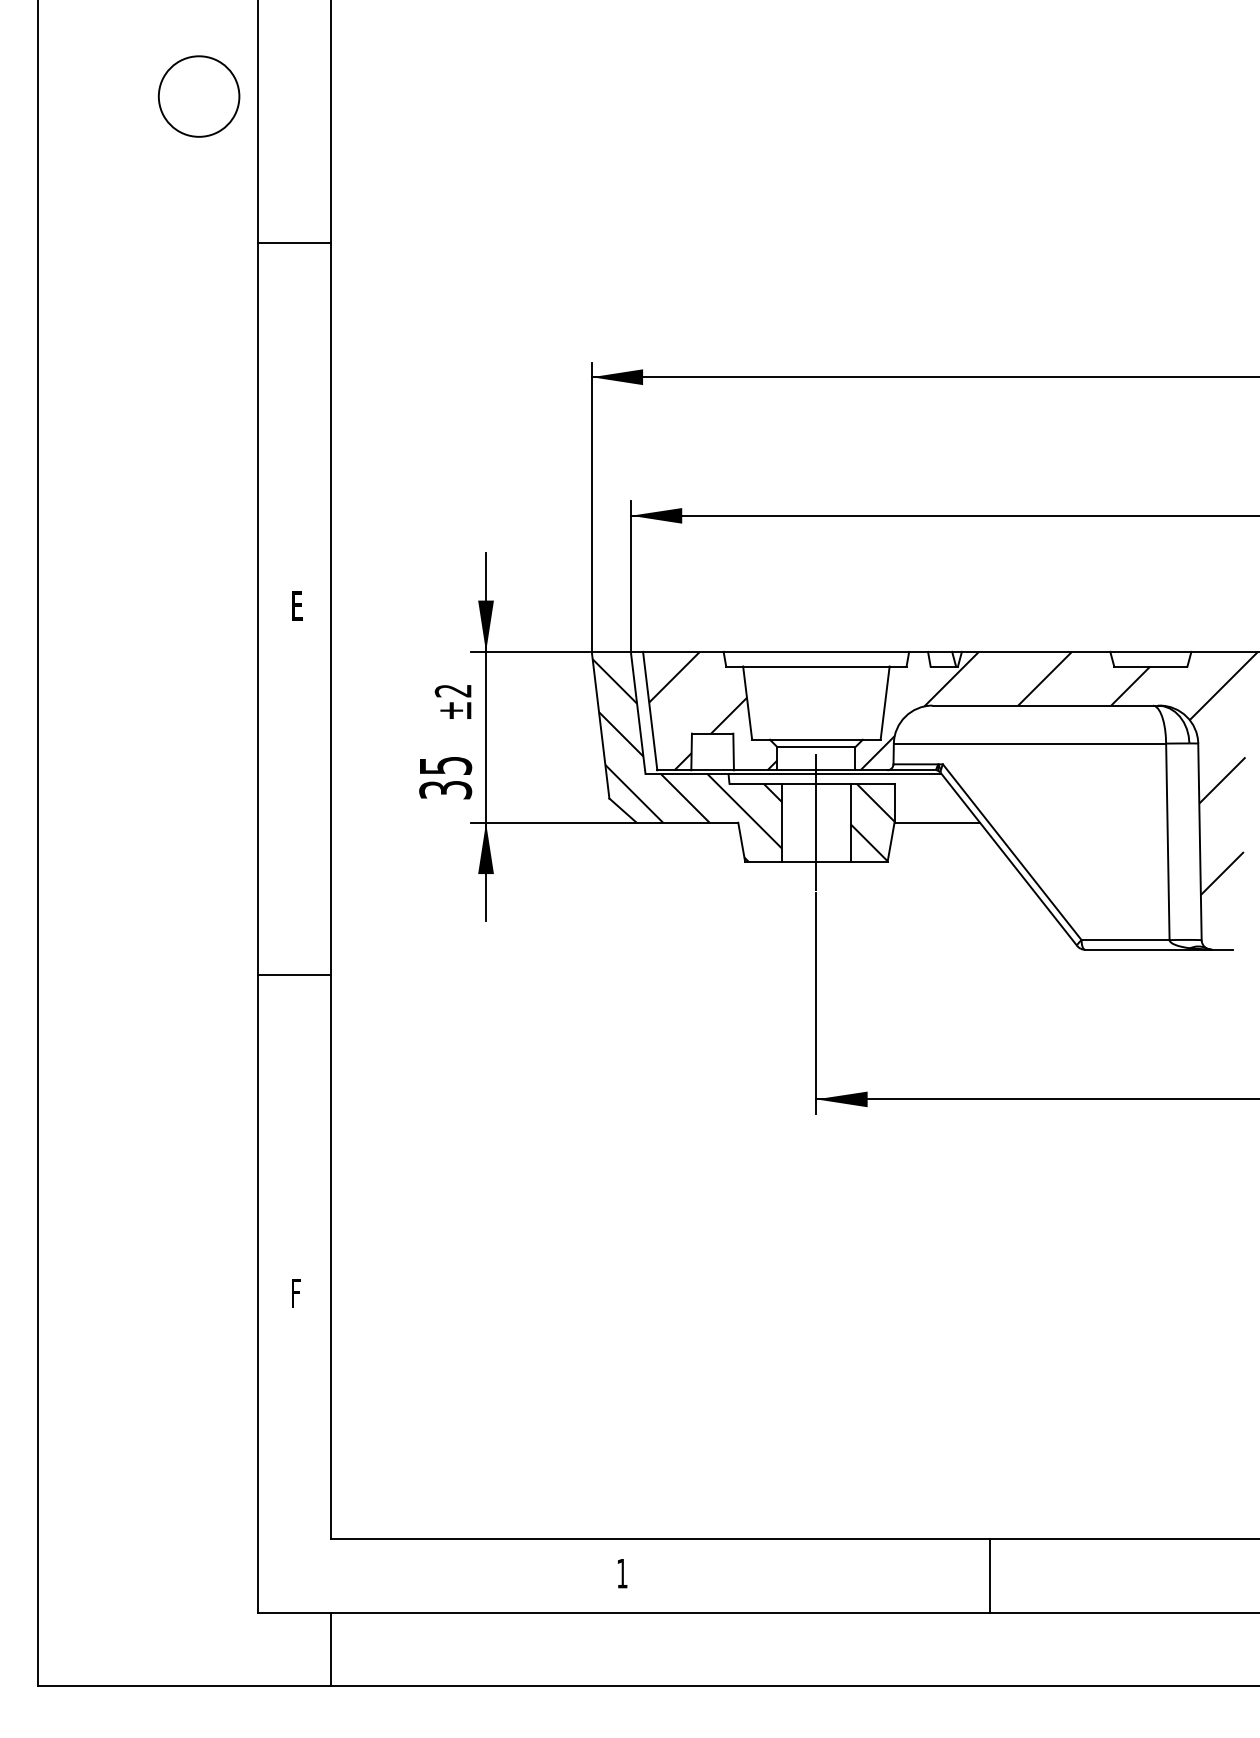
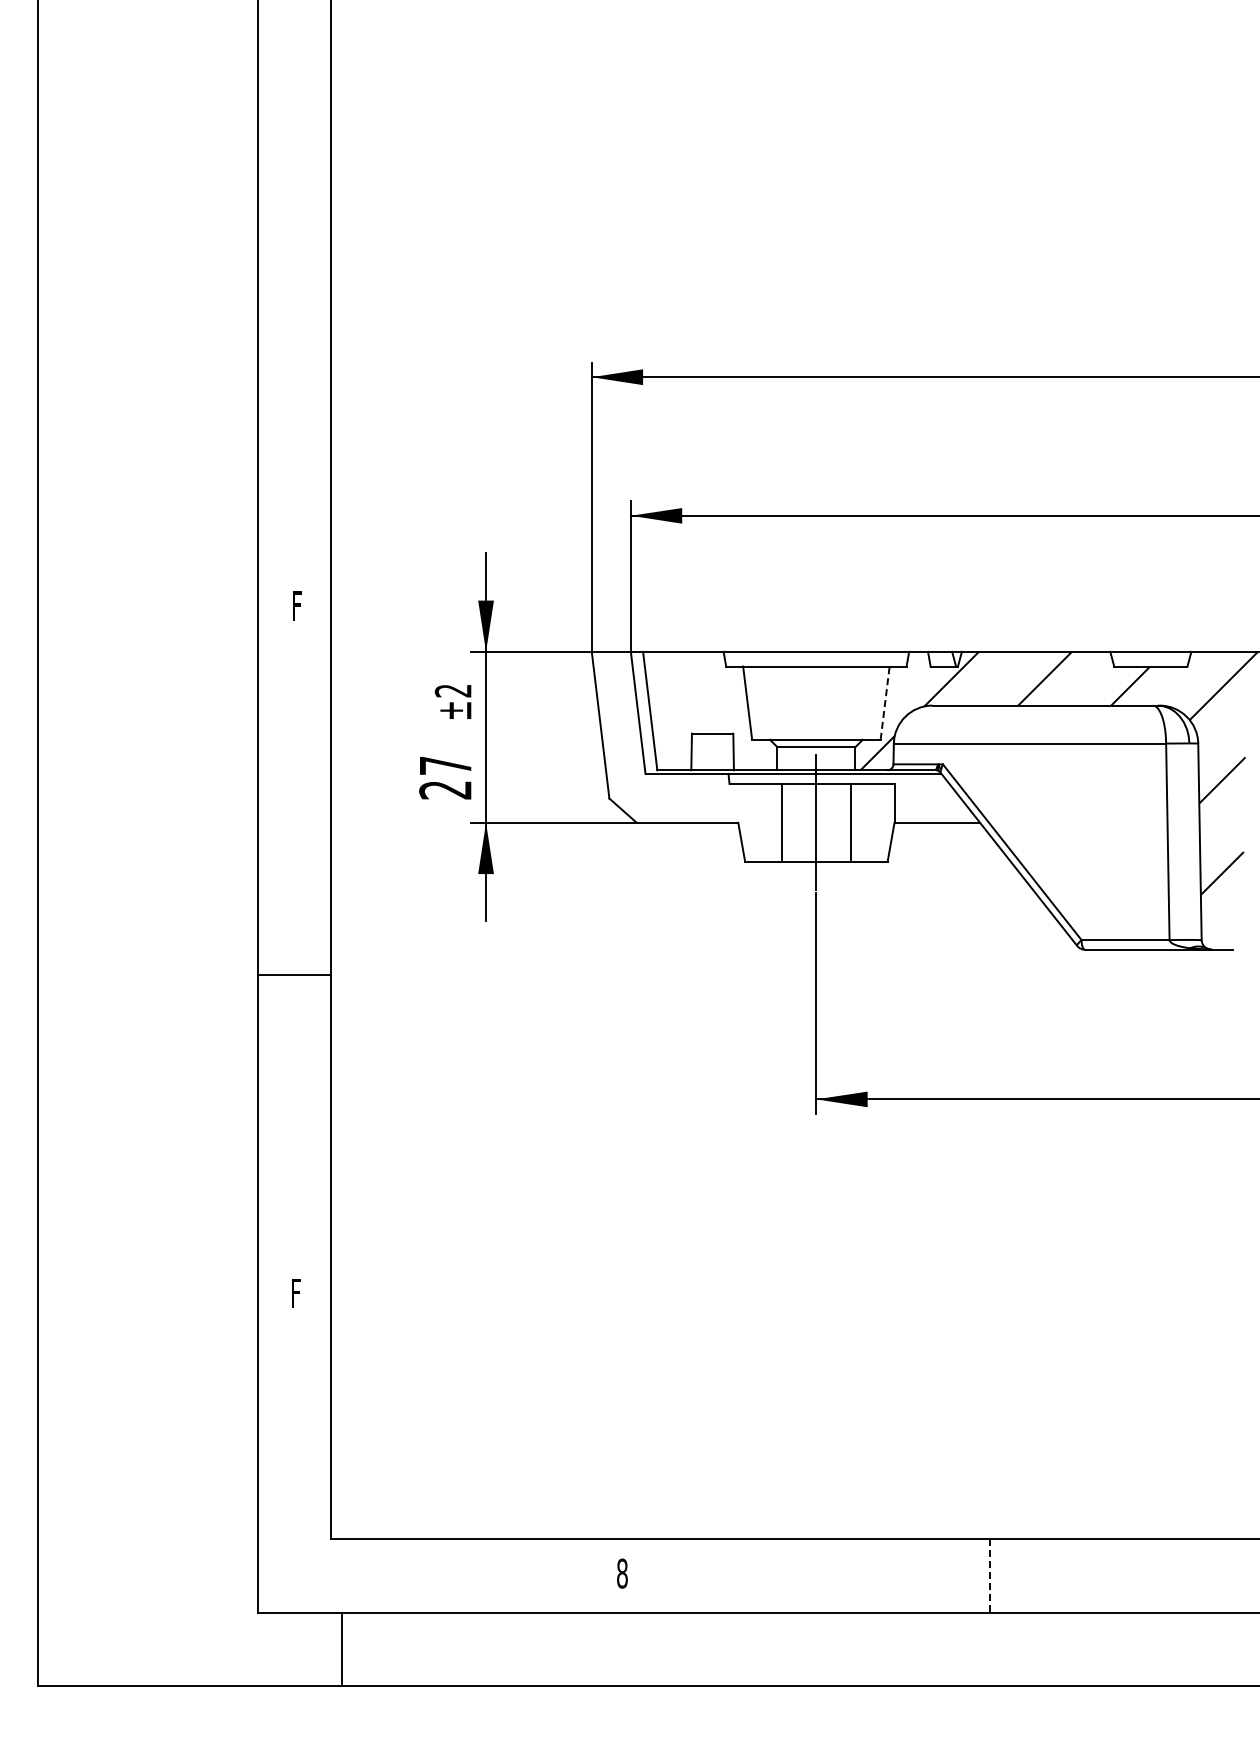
circle at (198, 96): present -> none
line at (293, 243): present -> none
text at (297, 605): E -> F
line at (885, 703): solid -> dashed
hatch at (713, 710): present -> none
hatch at (687, 760): present -> none
text at (445, 777): 35 -> 27
hatch at (872, 822): present -> none
text at (622, 1573): 1 -> 8
line at (990, 1576): solid -> dashed
line at (330, 1648) position: (330, 1648) -> (341, 1648)
